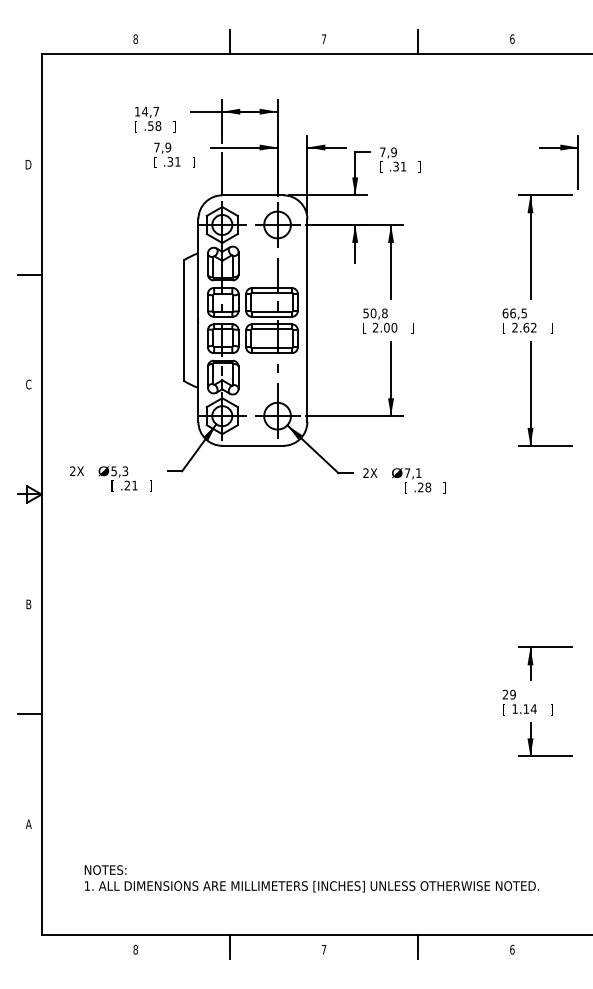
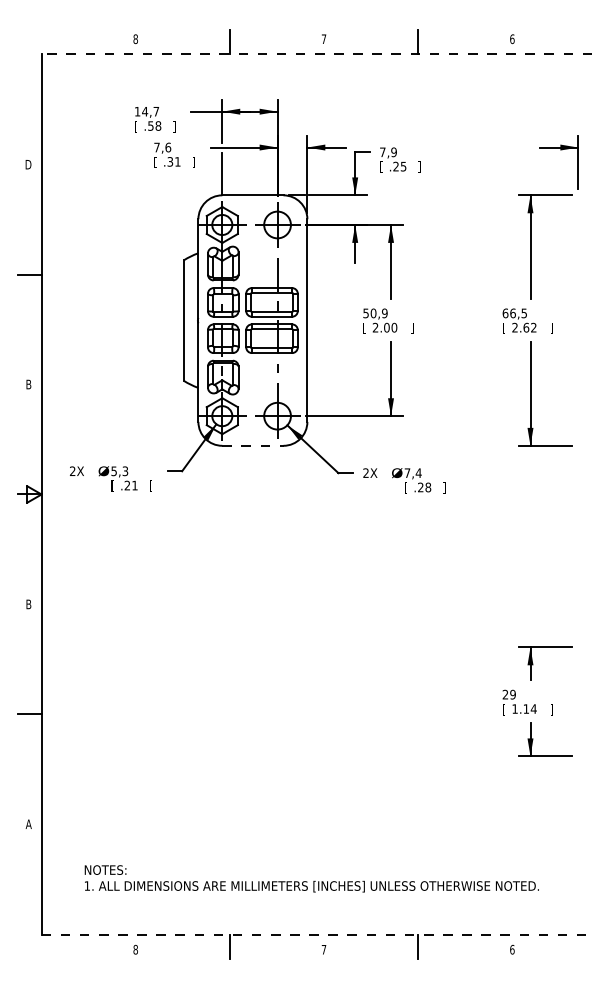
line at (316, 53): solid -> dashed
text at (168, 147): 7,9 -> 7,6
text at (399, 166): .31 -> .25
text at (384, 313): 50,8 -> 50,9
text at (28, 384): C -> B
line at (252, 445): solid -> dashed
text at (418, 472): 7,1 -> 7,4
text at (150, 485): ] -> [
line at (317, 935): solid -> dashed
